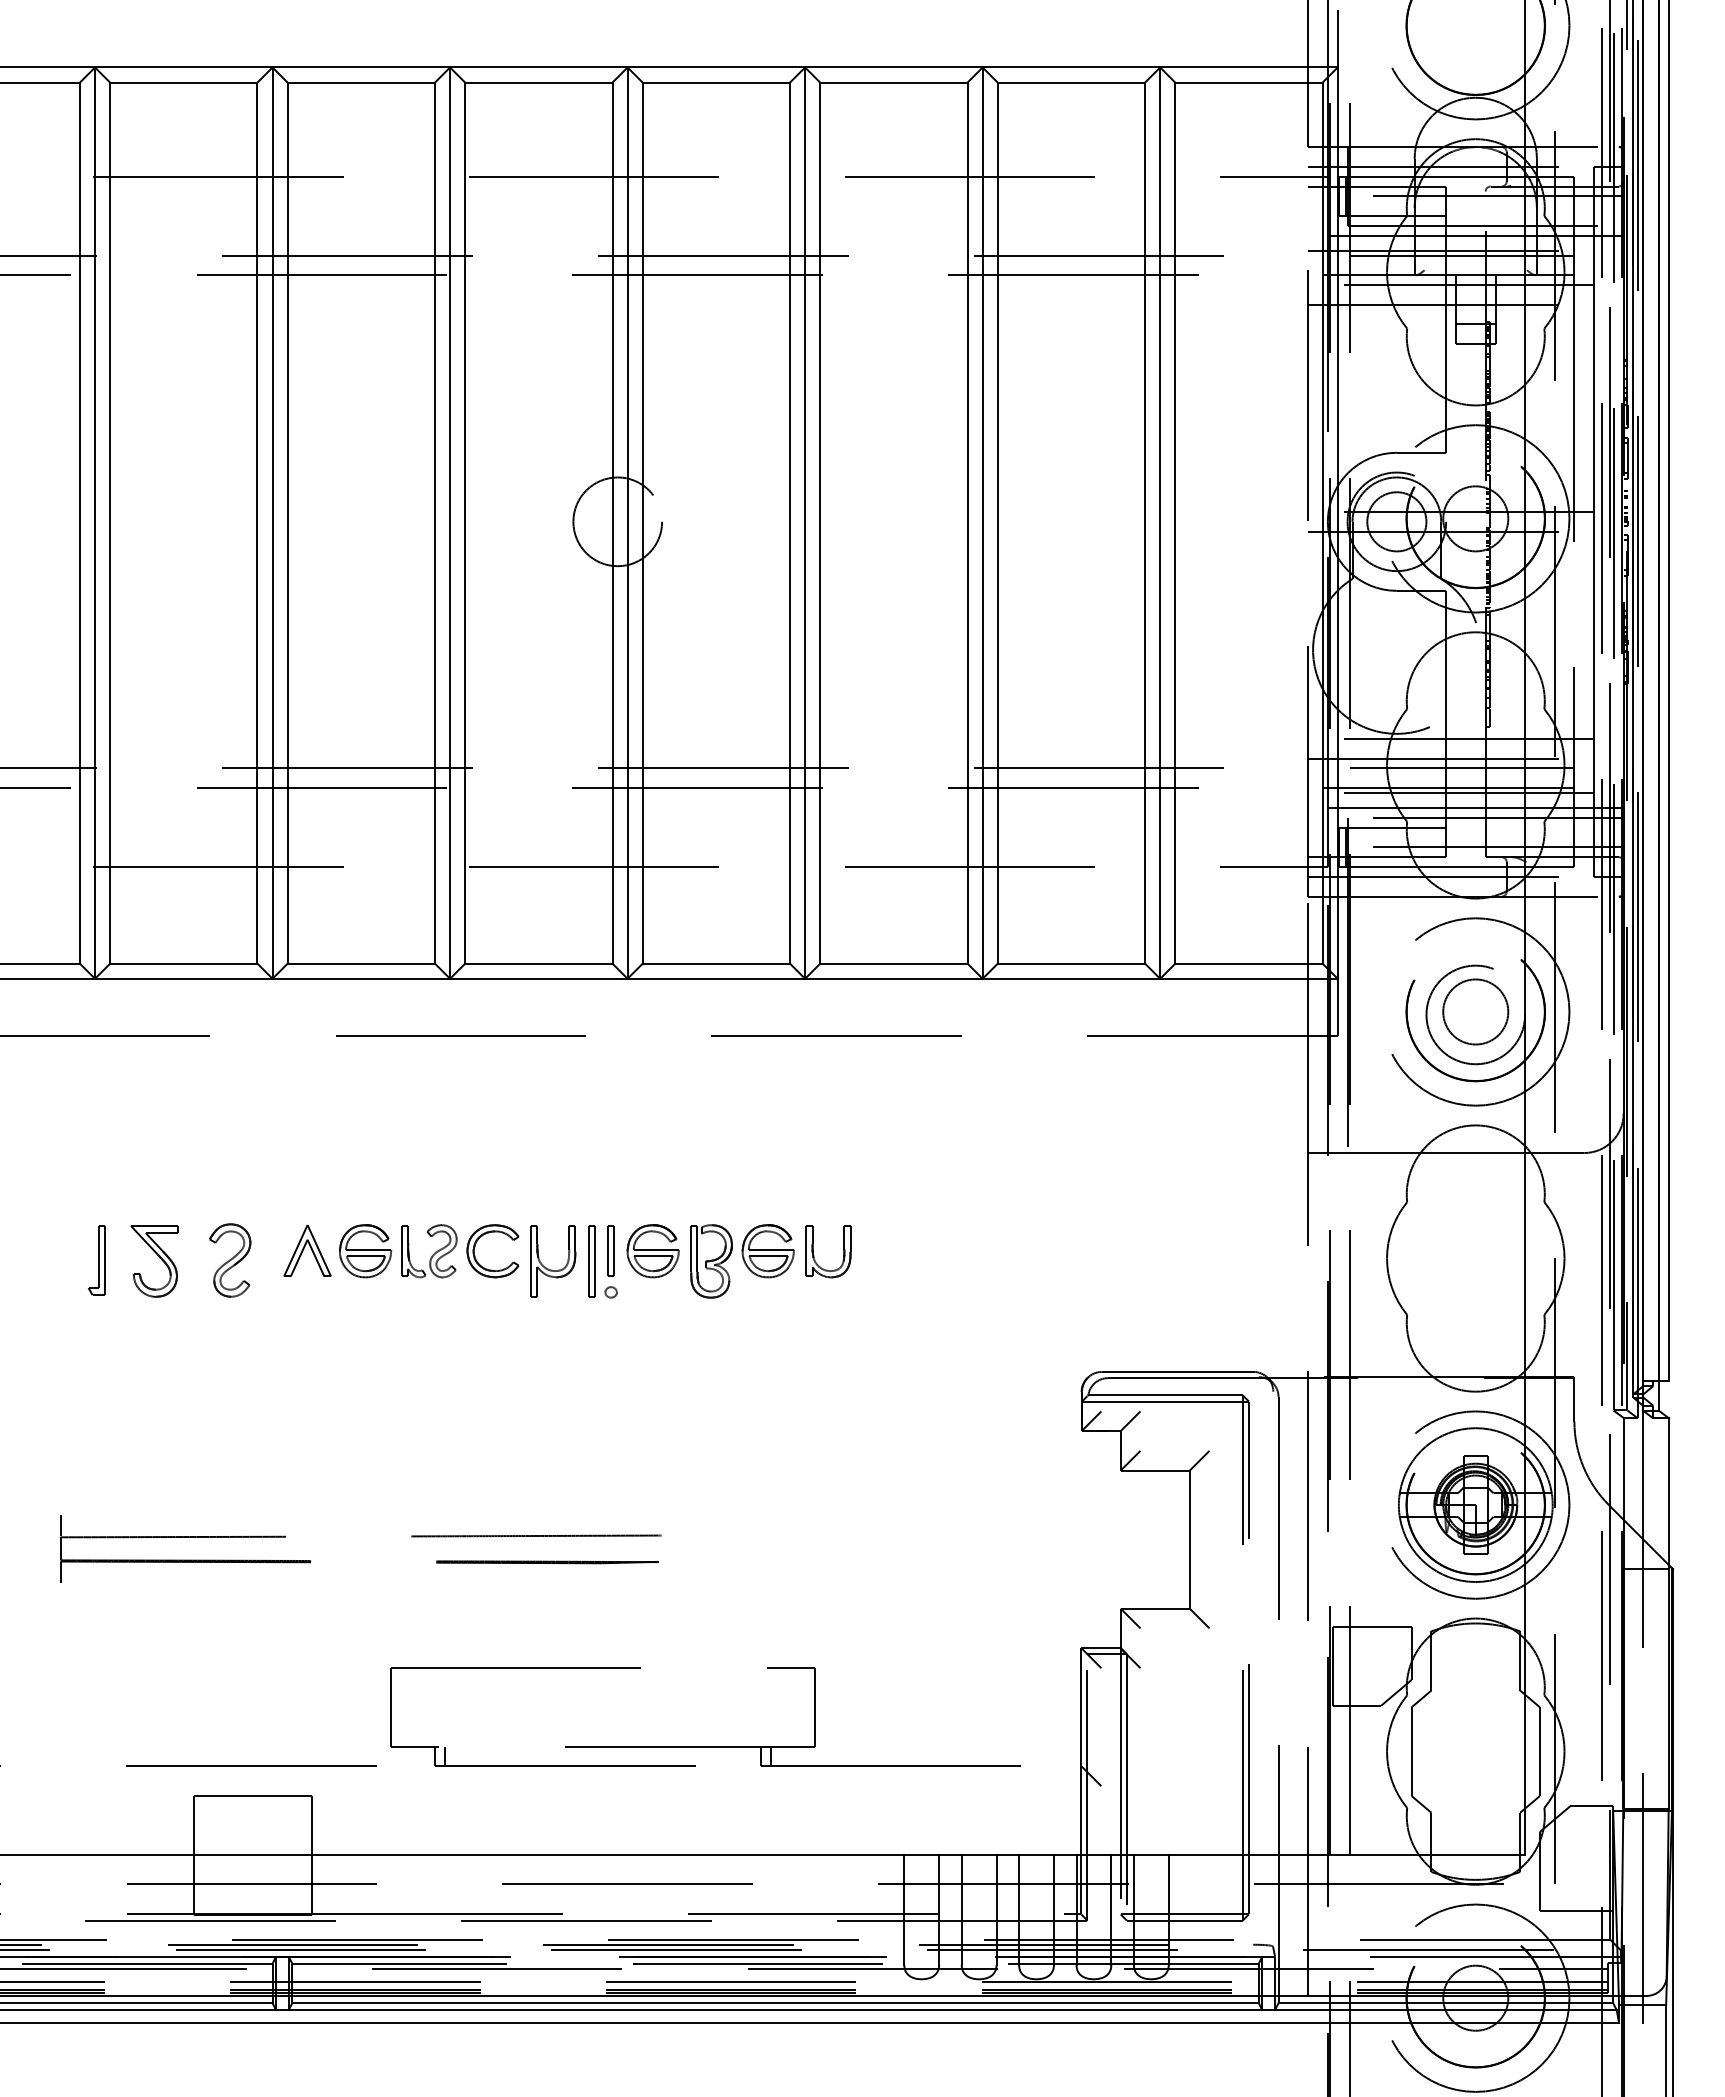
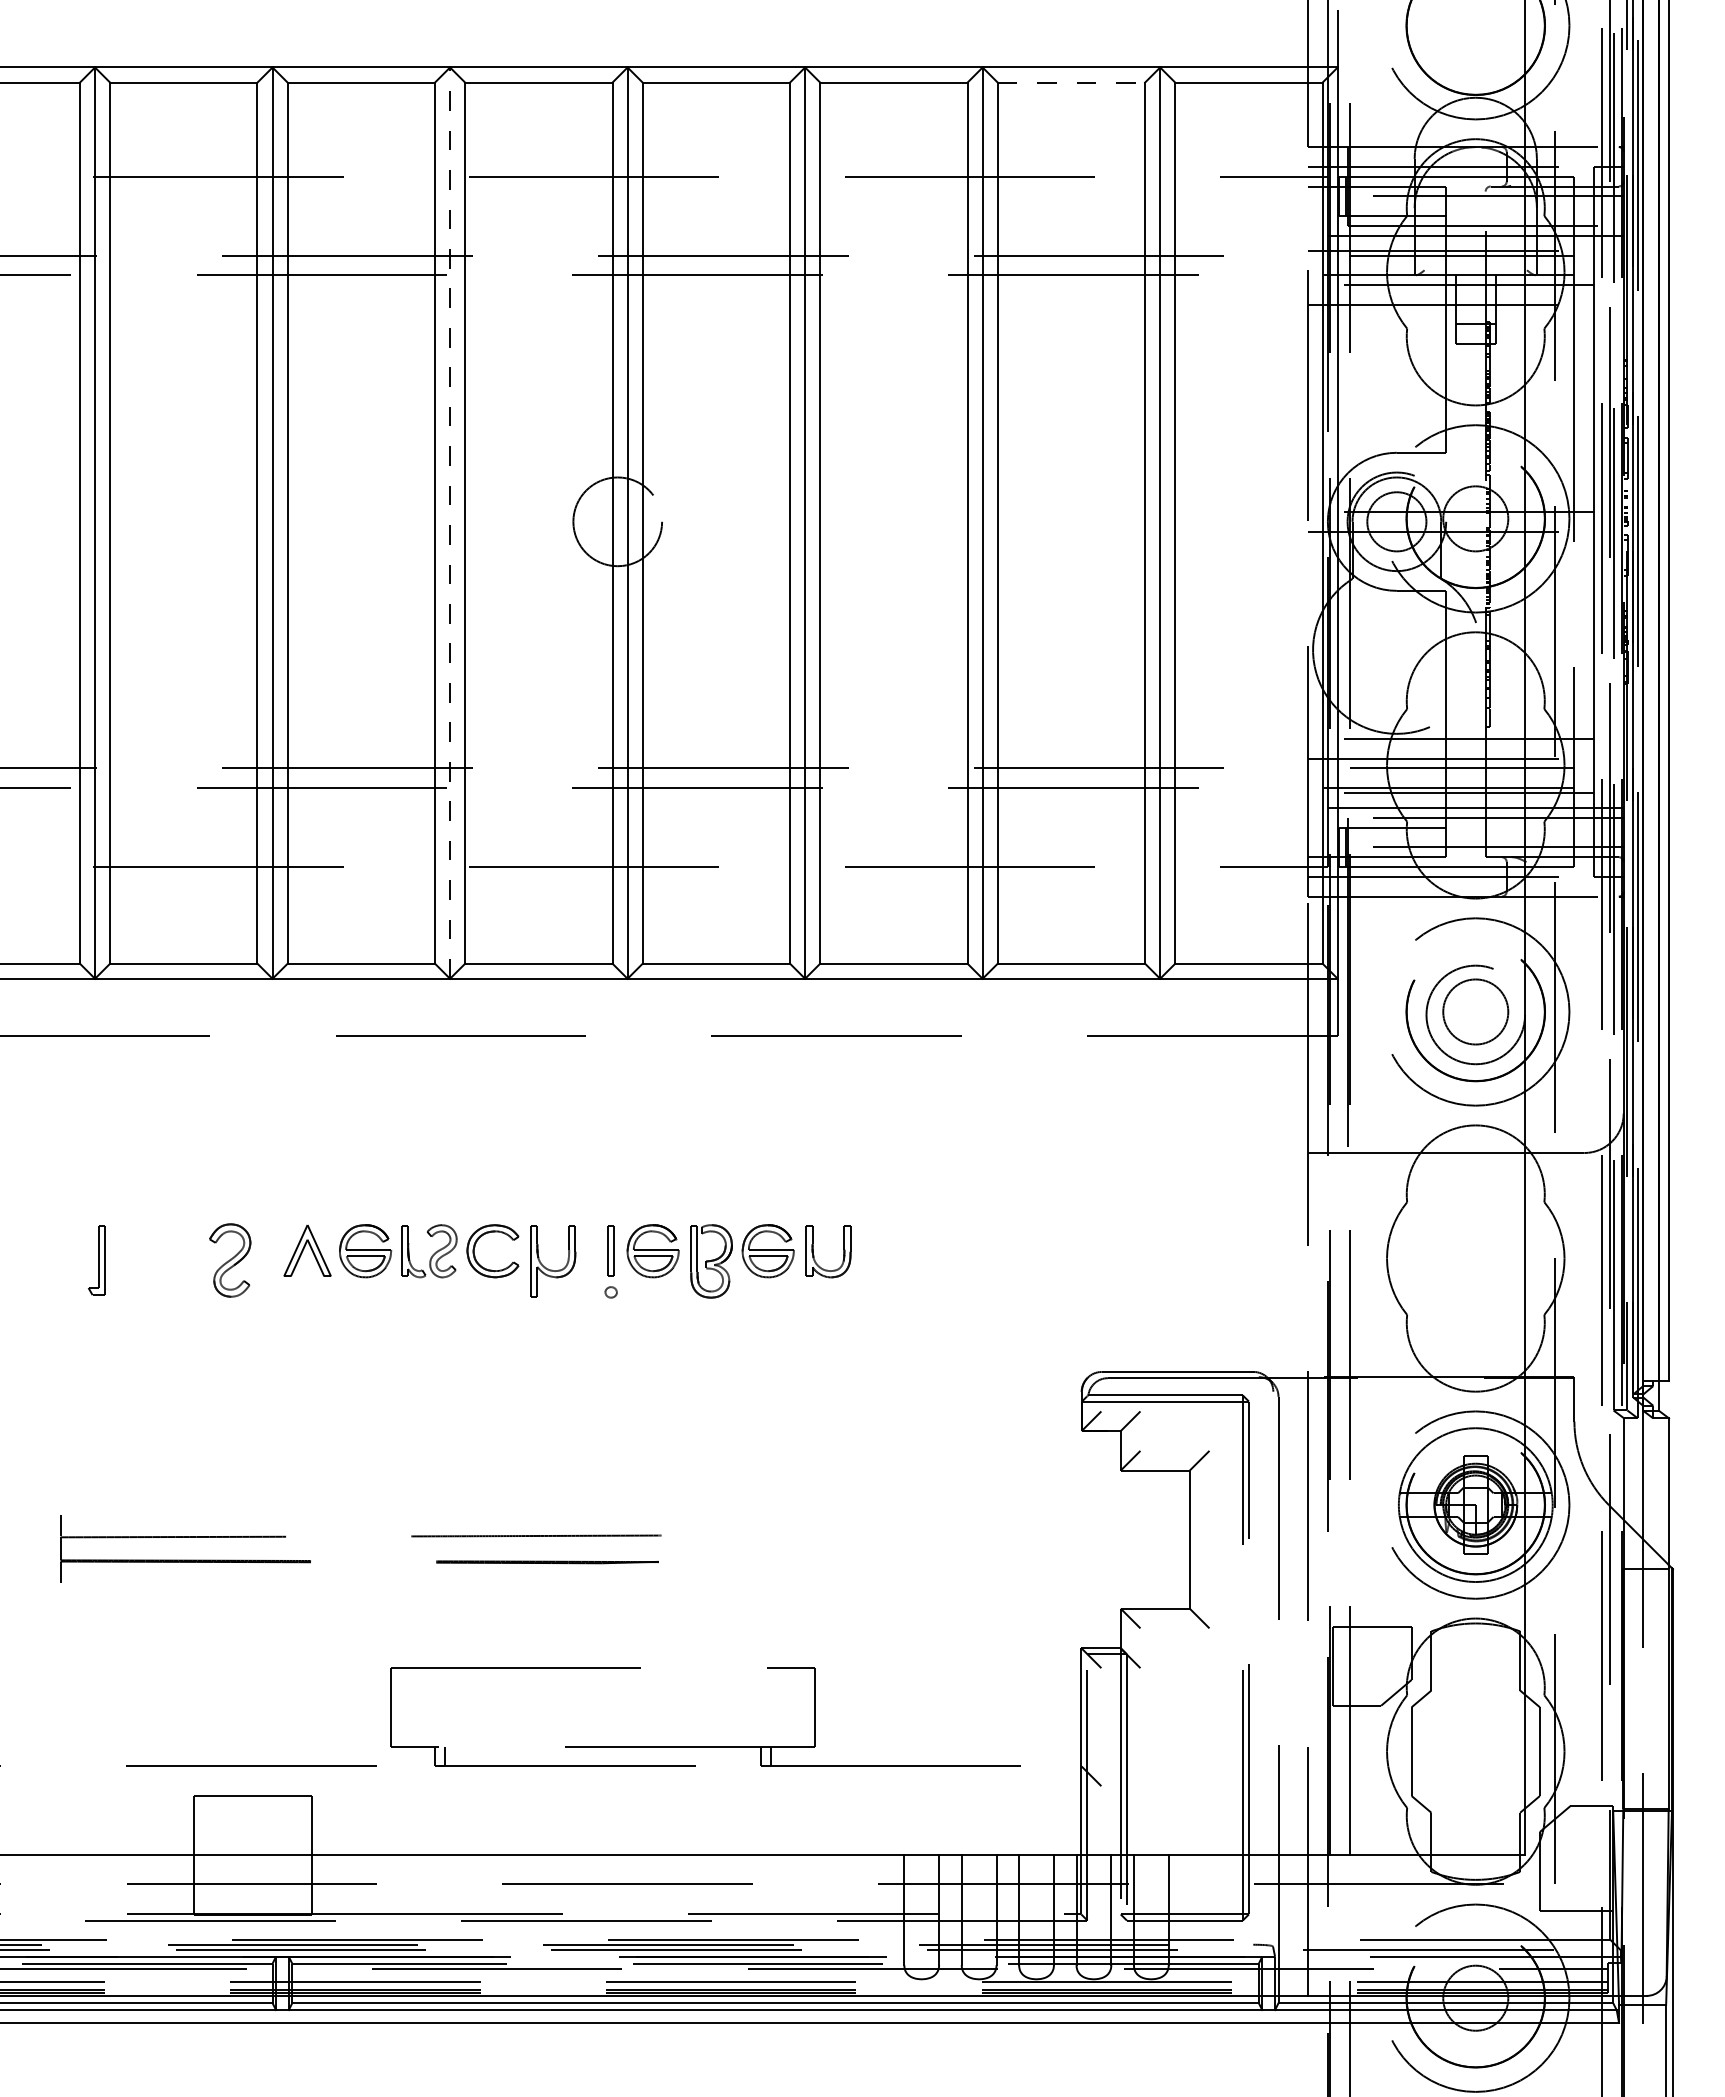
line at (1071, 82): solid -> dashed
line at (450, 523): solid -> dashed
part at (160, 1259): present -> none
part at (591, 1261): present -> none
